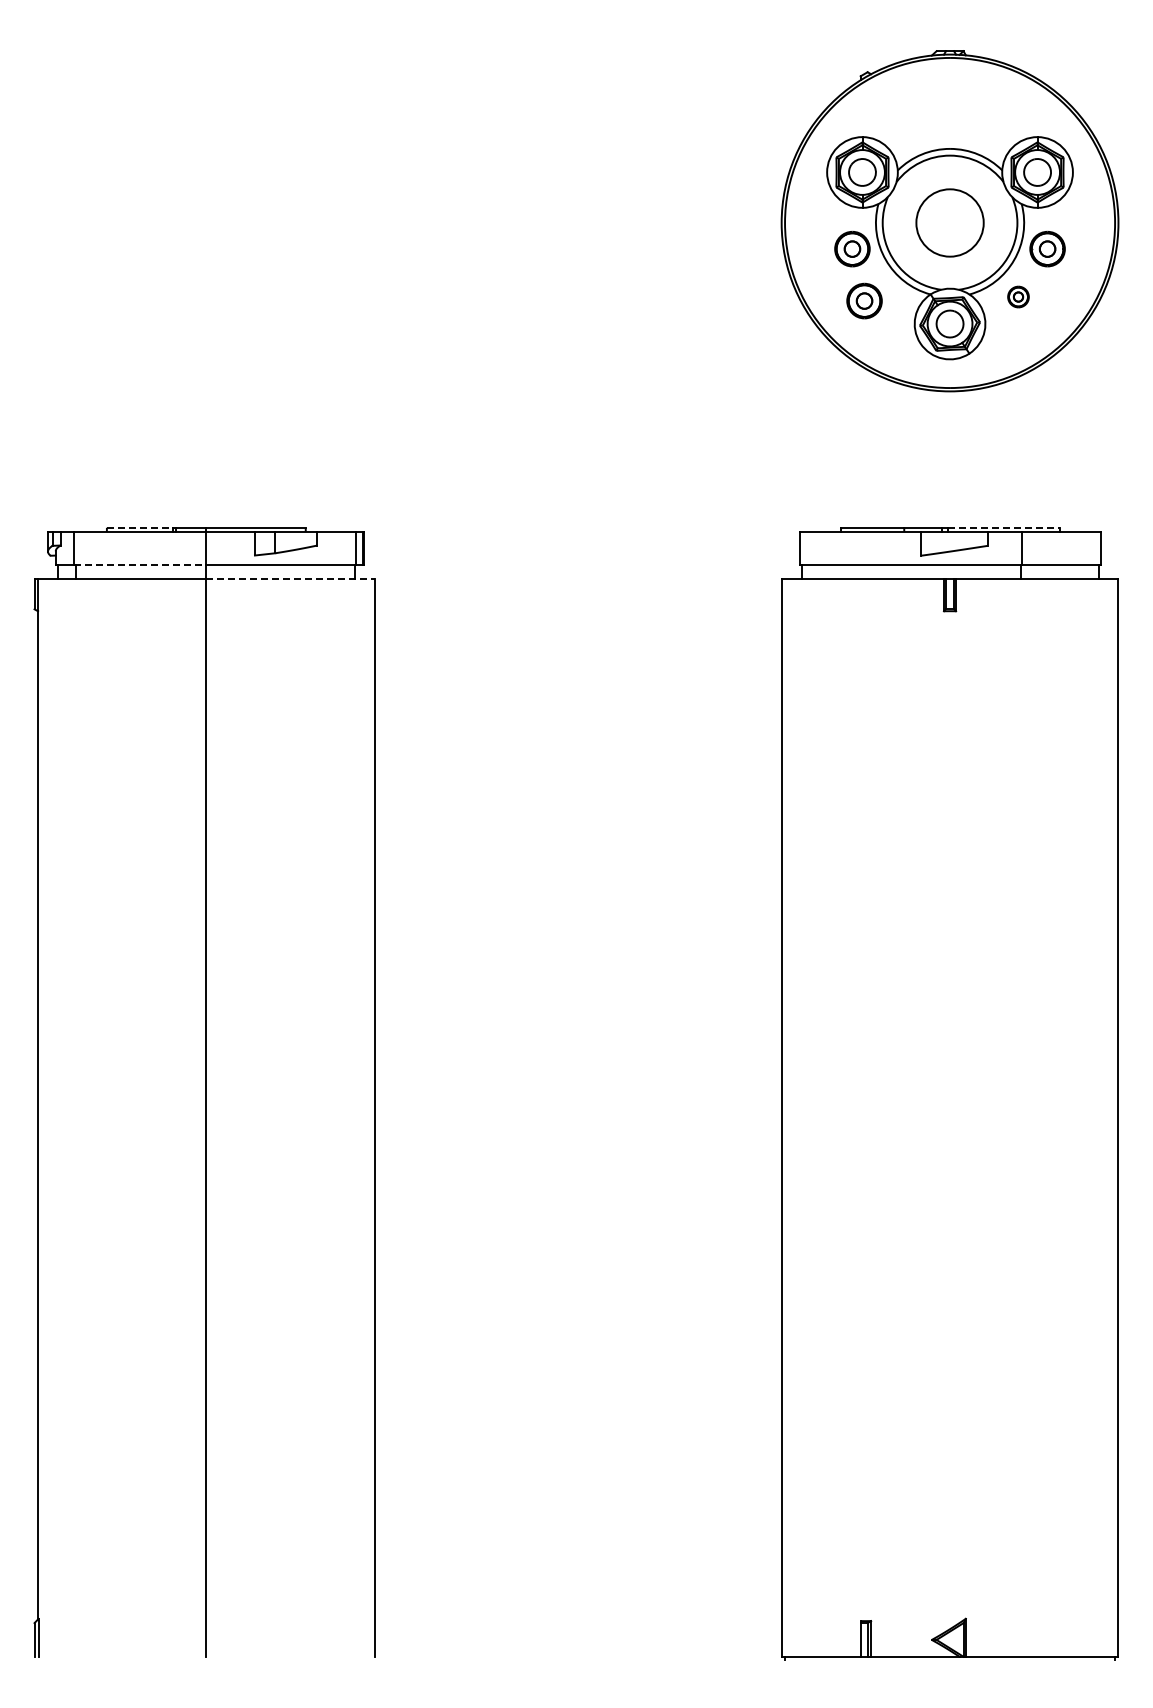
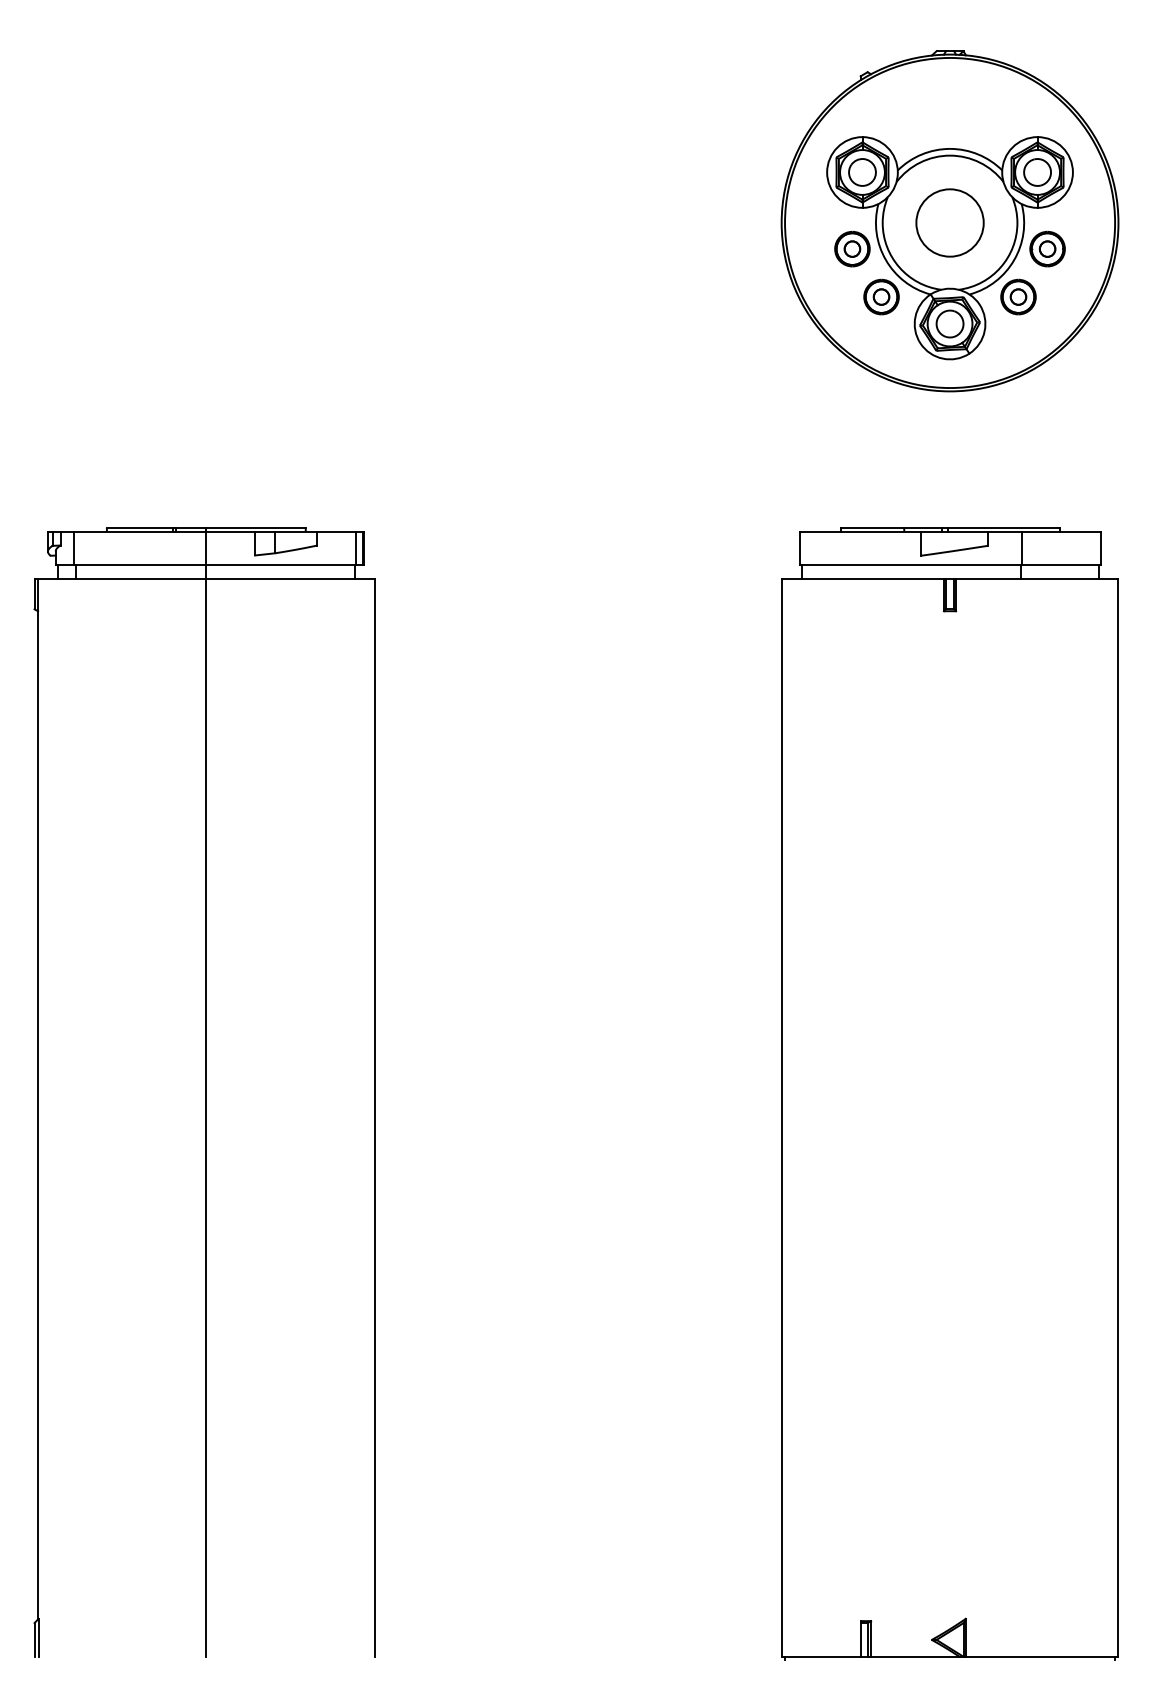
part at (1018, 296) size: 23x24 px -> 37x38 px
part at (864, 300) position: (864, 300) -> (881, 296)
line at (139, 527): dashed -> solid
line at (1003, 527): dashed -> solid
line at (140, 564): dashed -> solid
line at (291, 579): dashed -> solid
